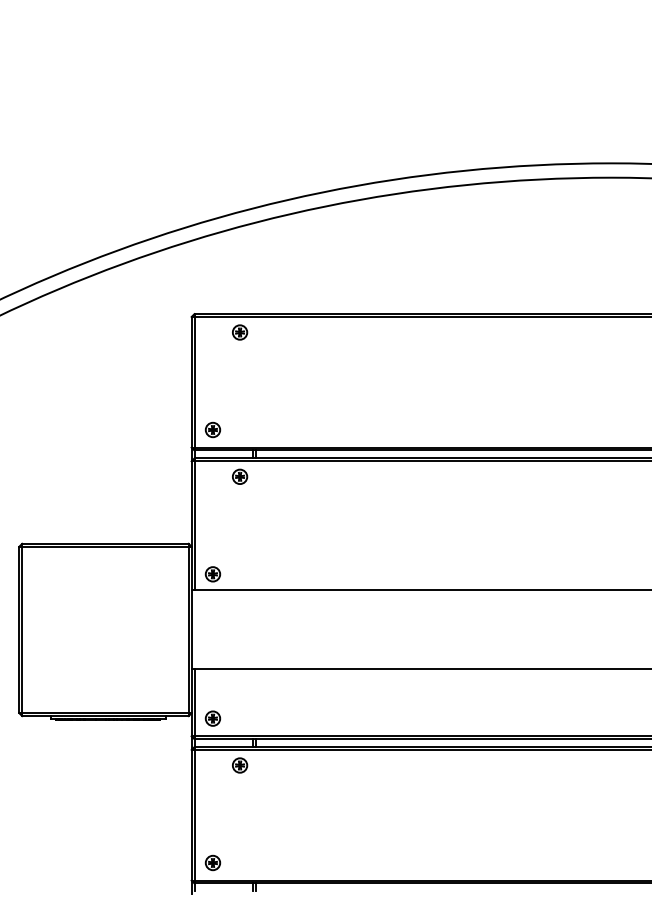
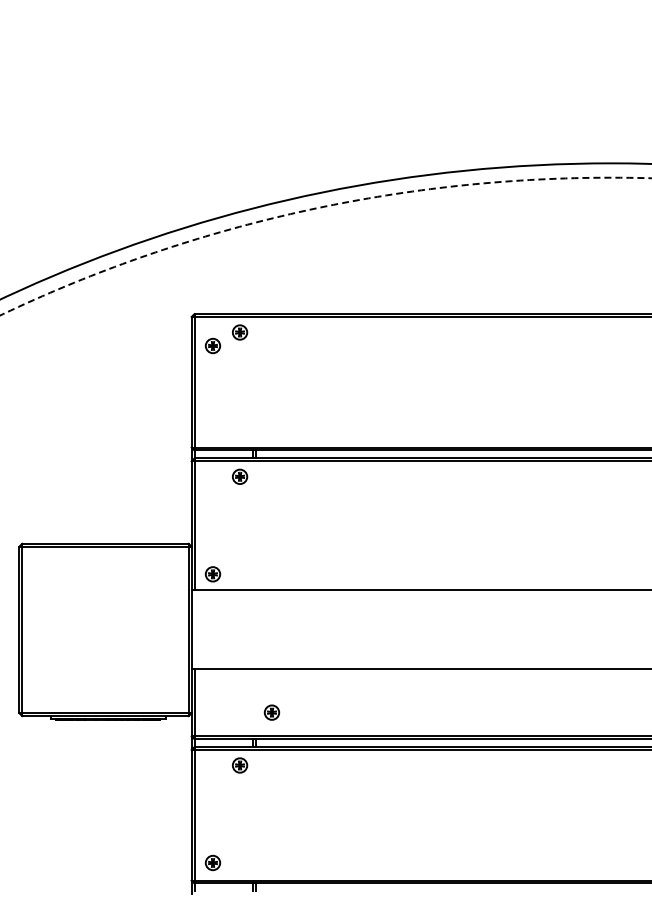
arc at (317, 208): solid -> dashed
part at (212, 429) position: (212, 429) -> (212, 345)
part at (212, 718) position: (212, 718) -> (271, 712)
